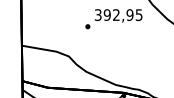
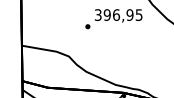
text at (116, 14): 392,95 -> 396,95
